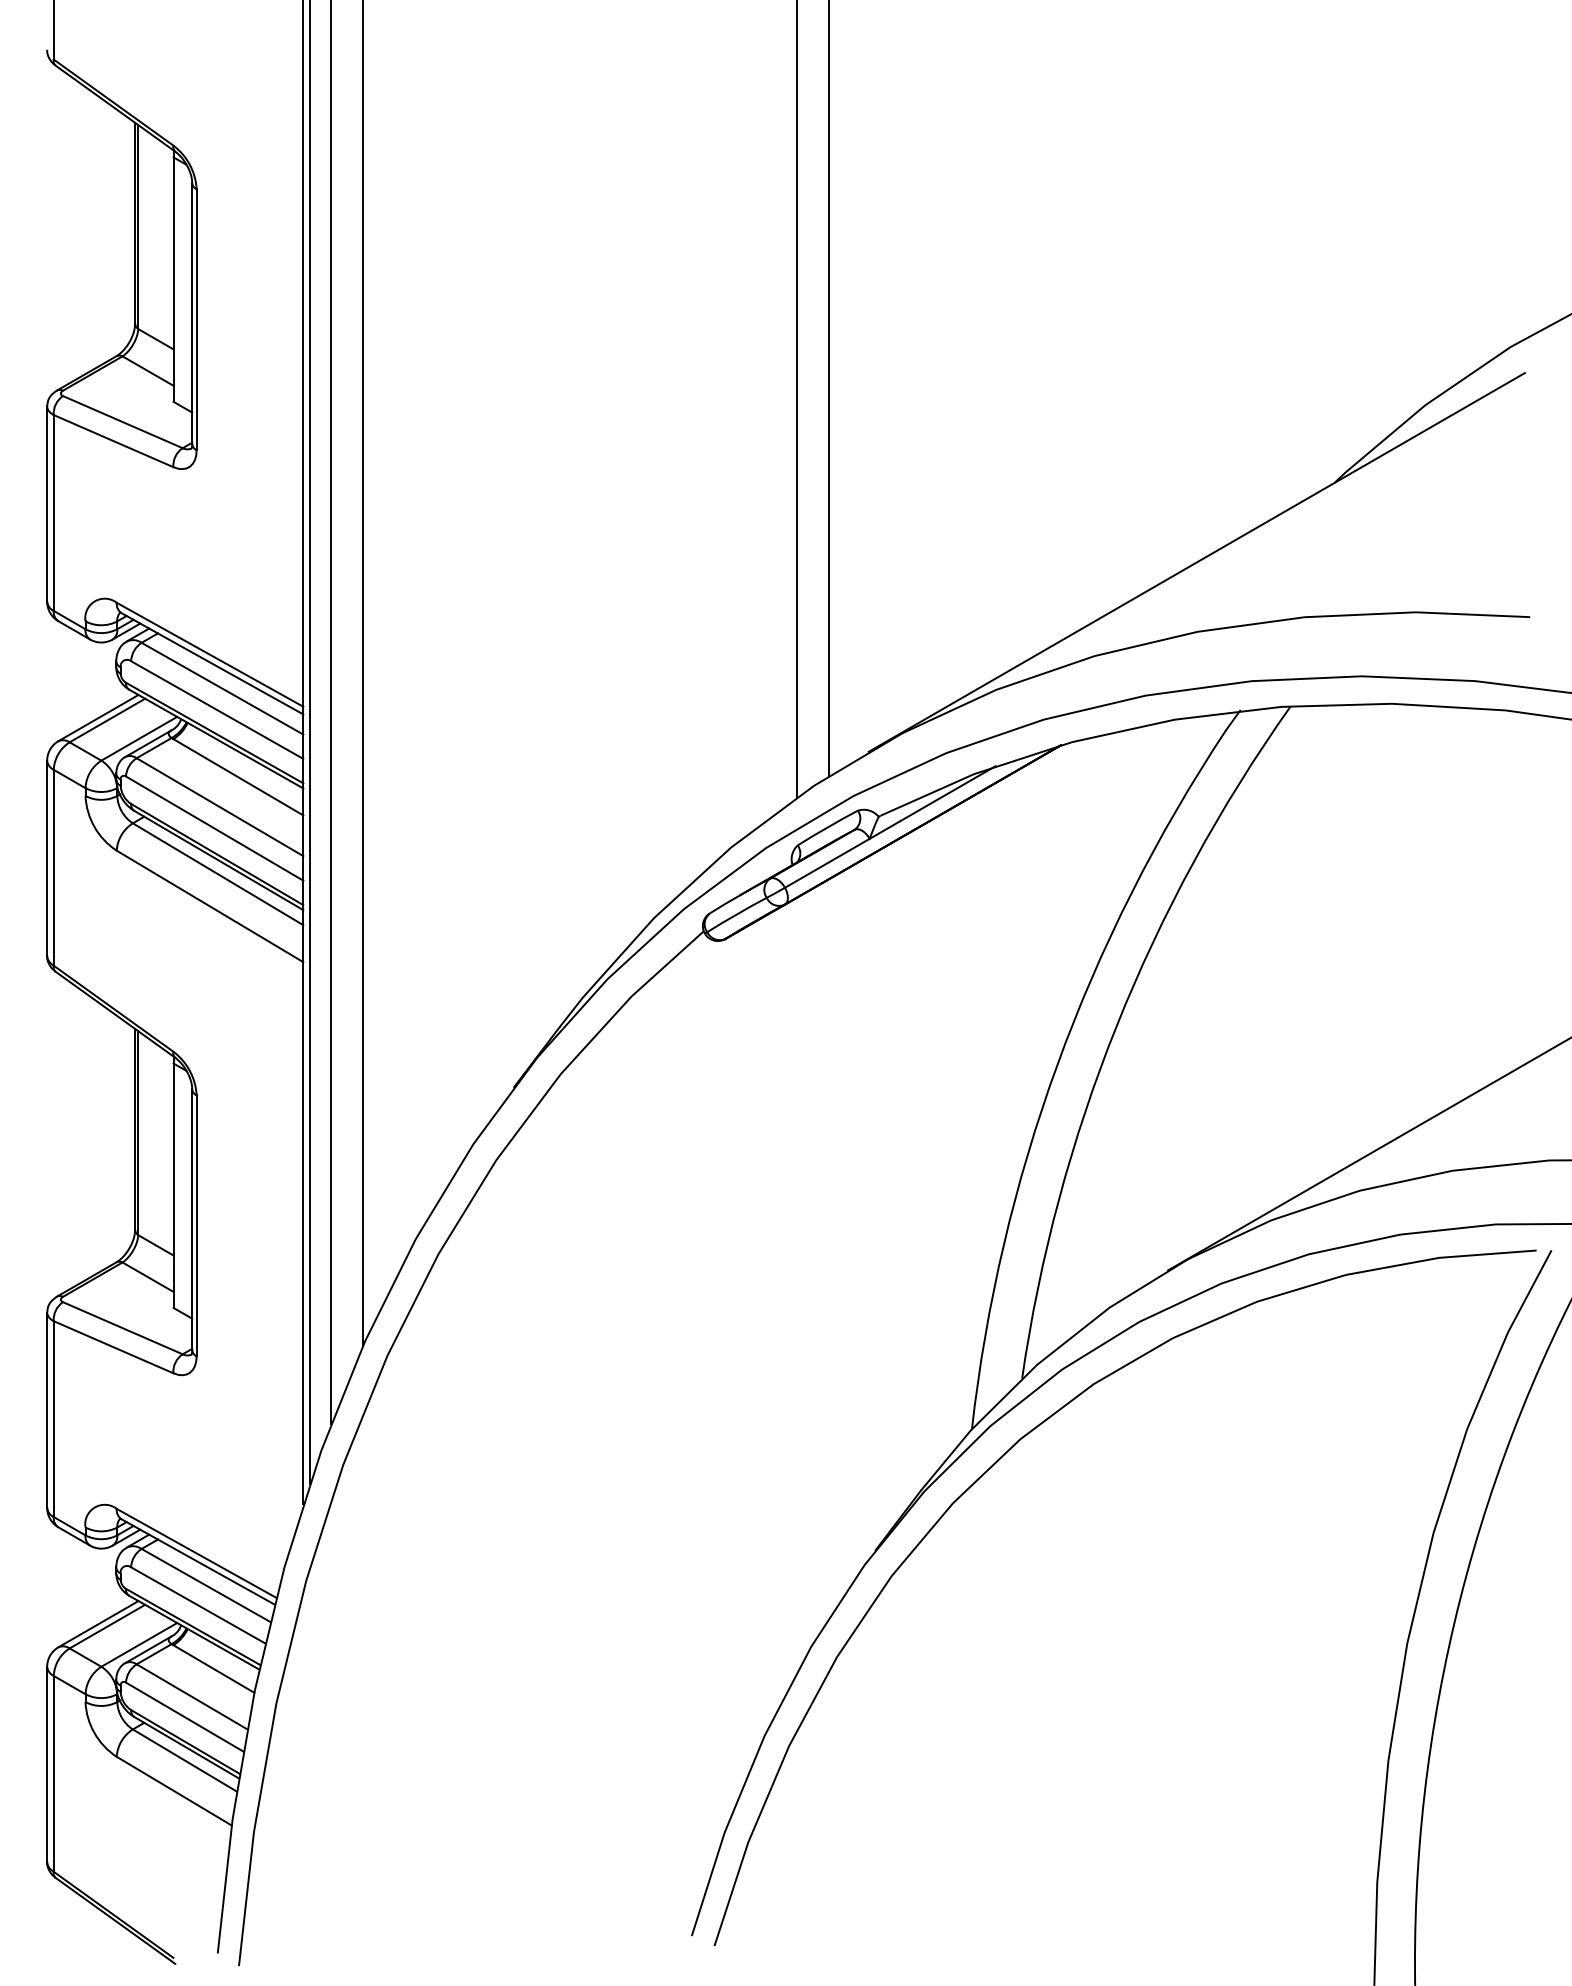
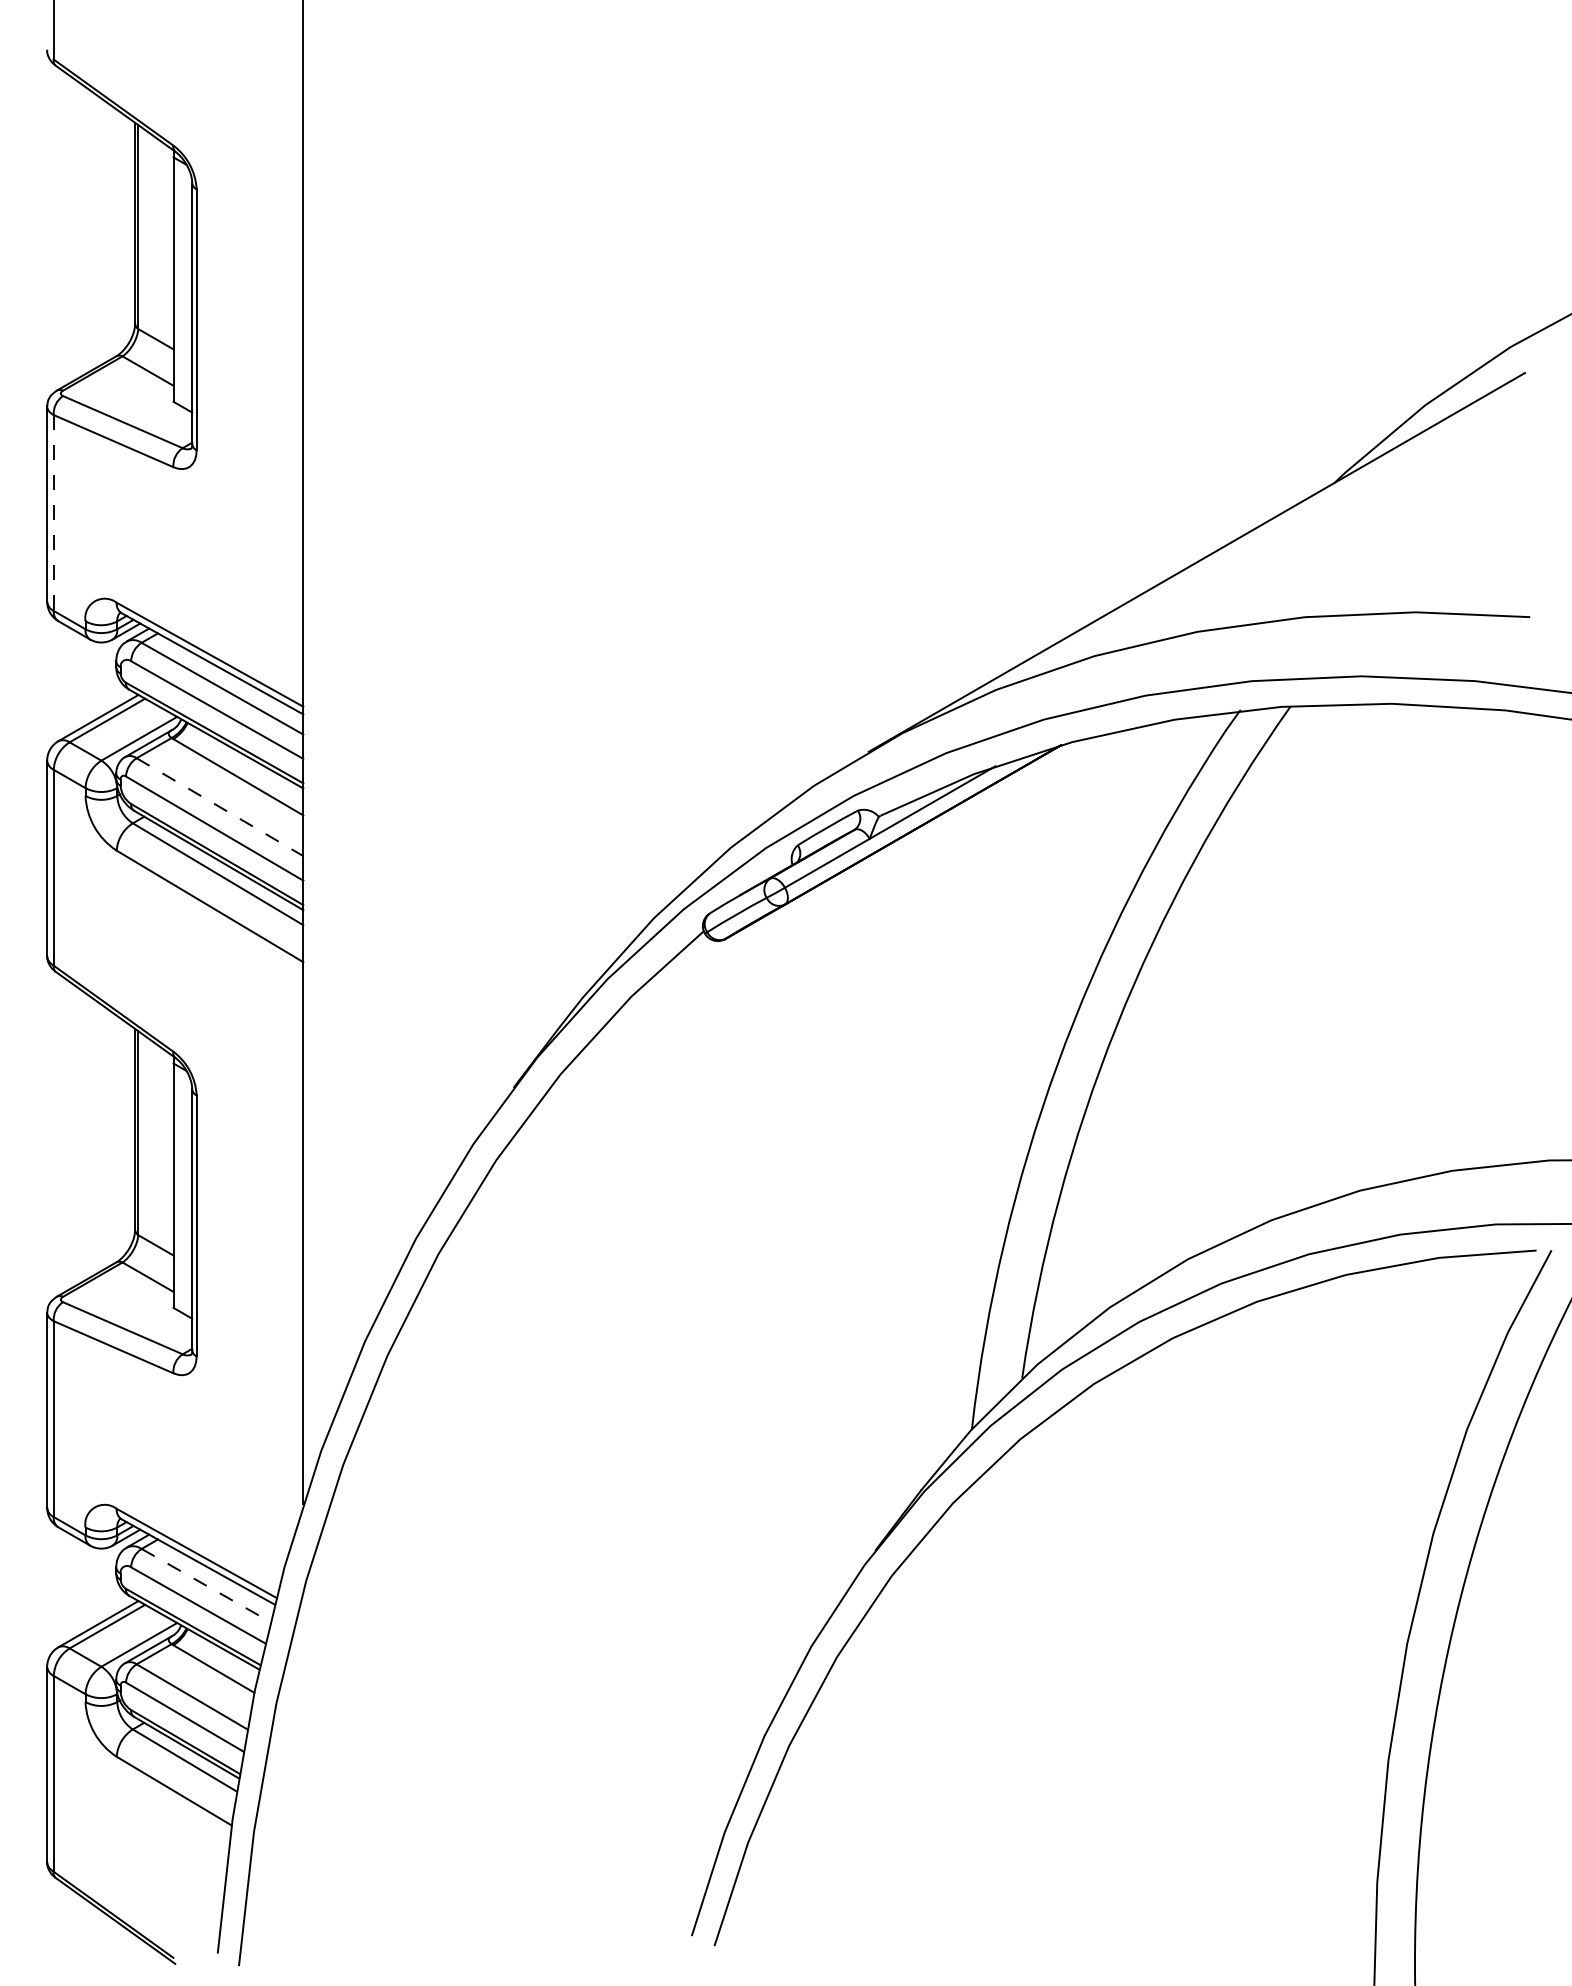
line at (828, 389): present -> none
line at (796, 399): present -> none
line at (53, 513): solid -> dashed
line at (362, 674): present -> none
line at (331, 713): present -> none
line at (309, 742): present -> none
line at (220, 807): solid -> dashed
line at (1368, 1154): present -> none
line at (205, 1585): solid -> dashed
